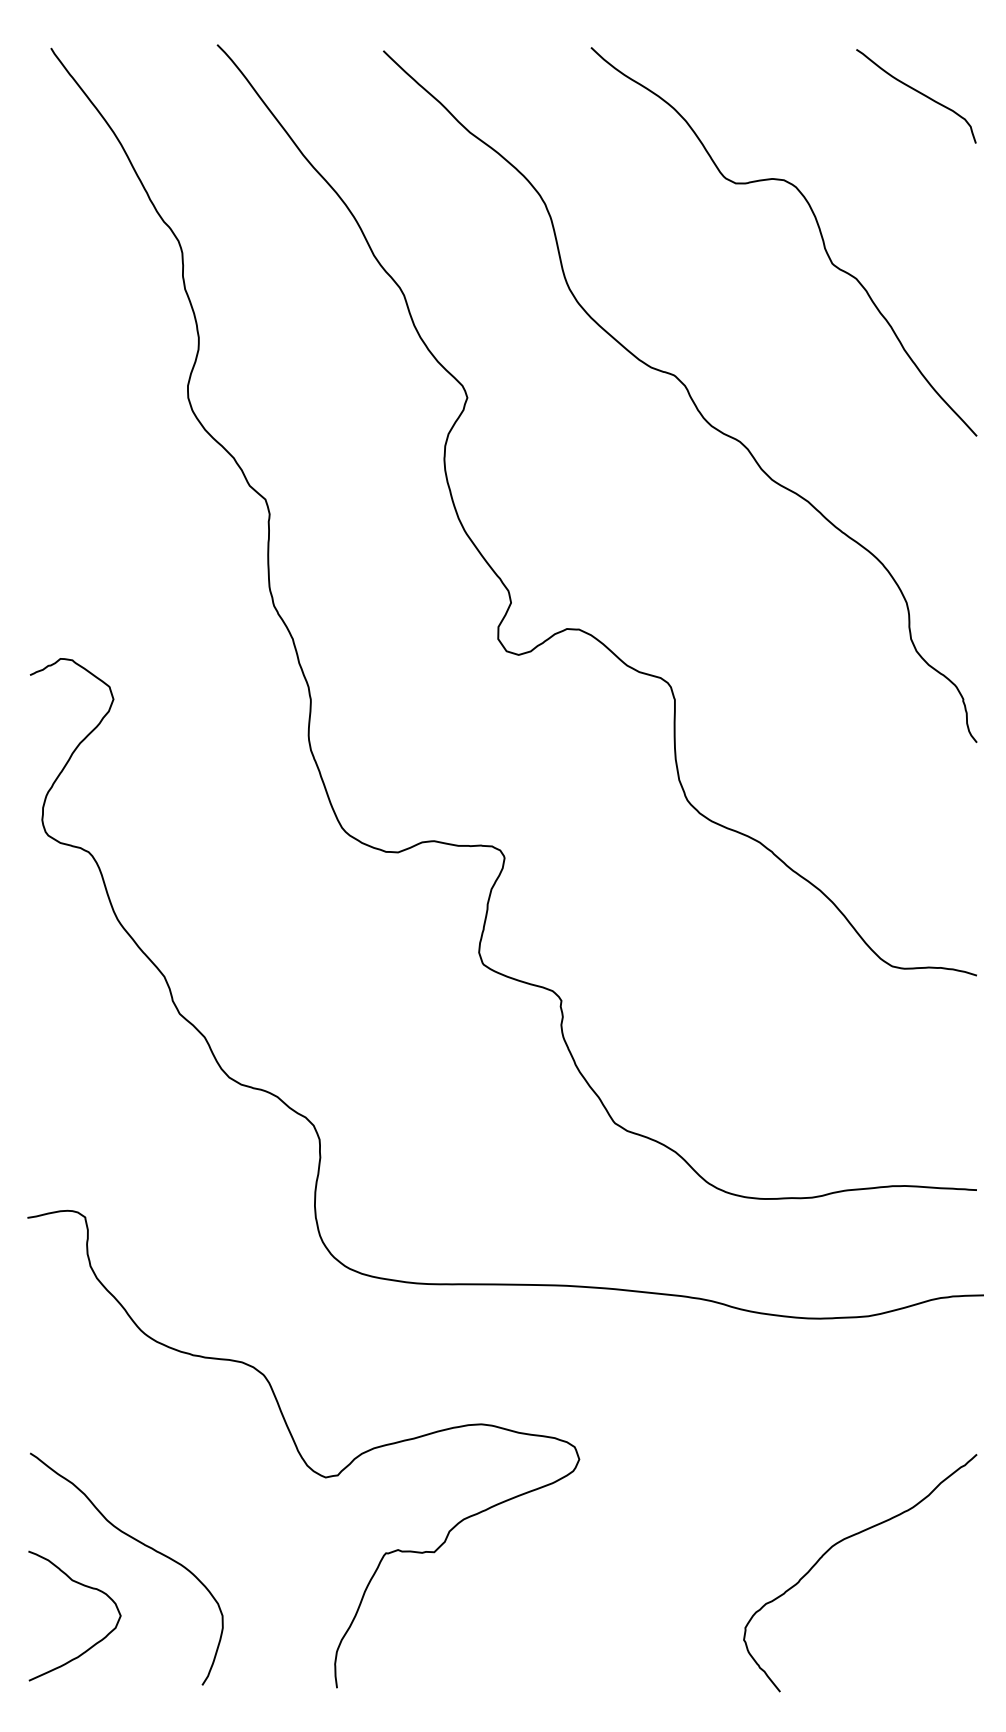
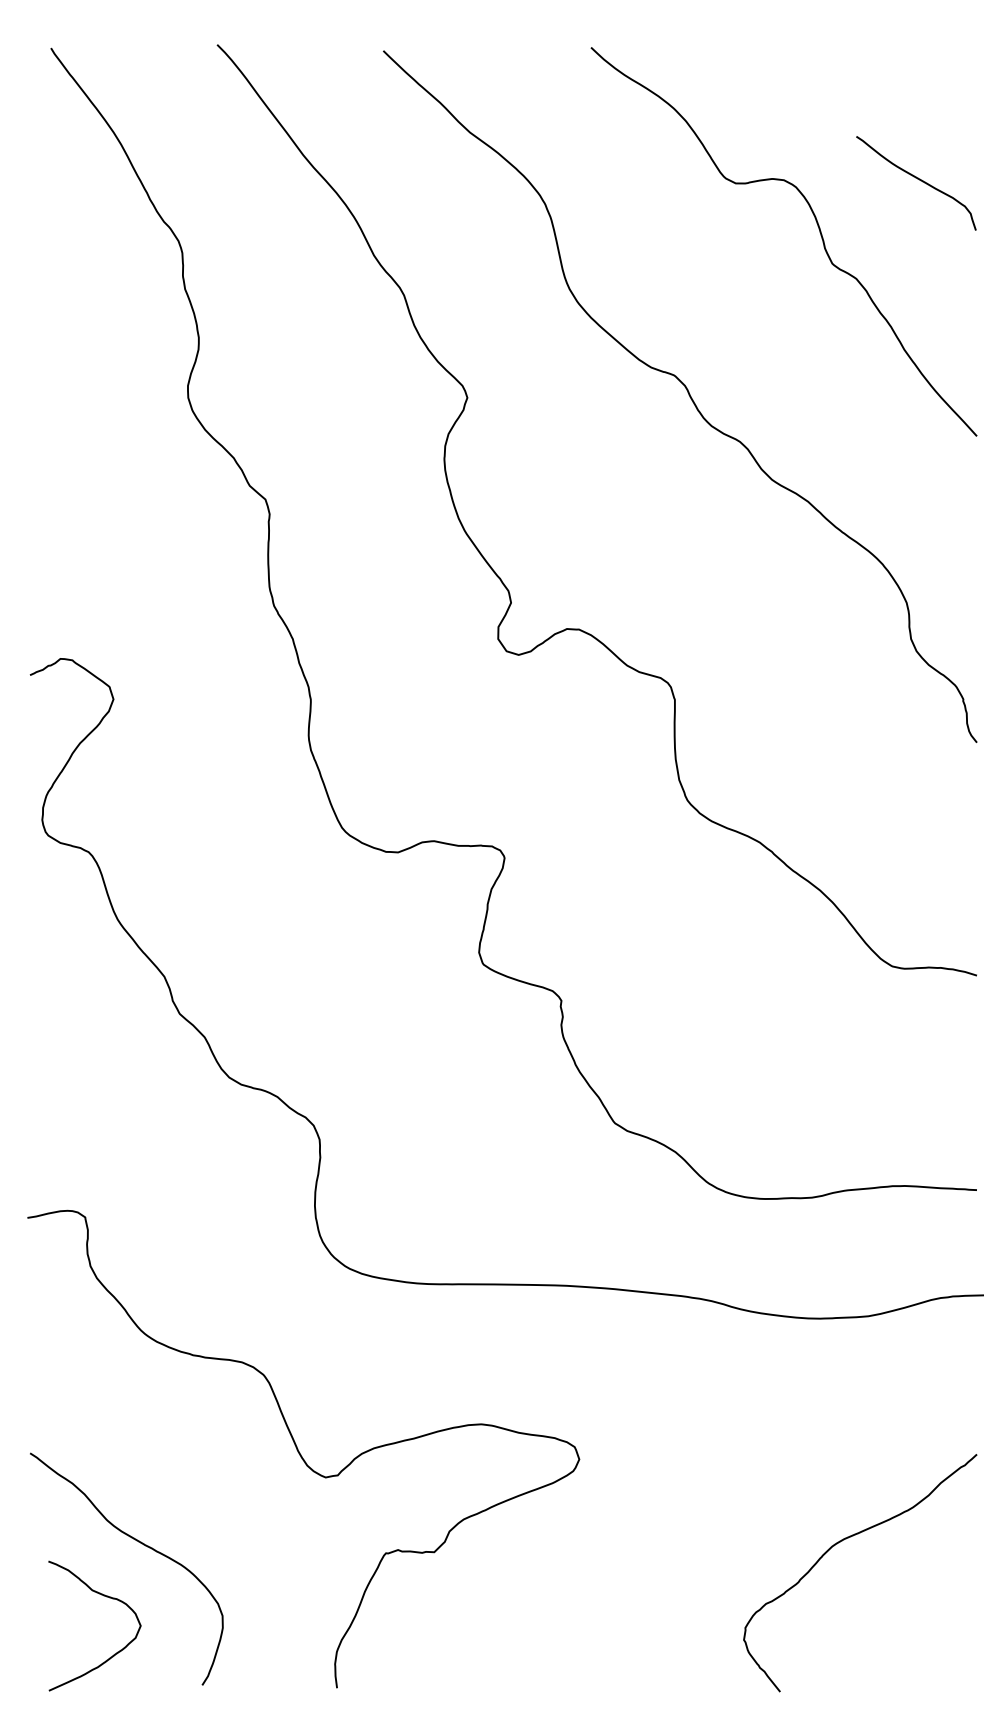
curve at (917, 92) position: (917, 92) -> (917, 179)
curve at (83, 1586) position: (83, 1586) -> (103, 1596)
